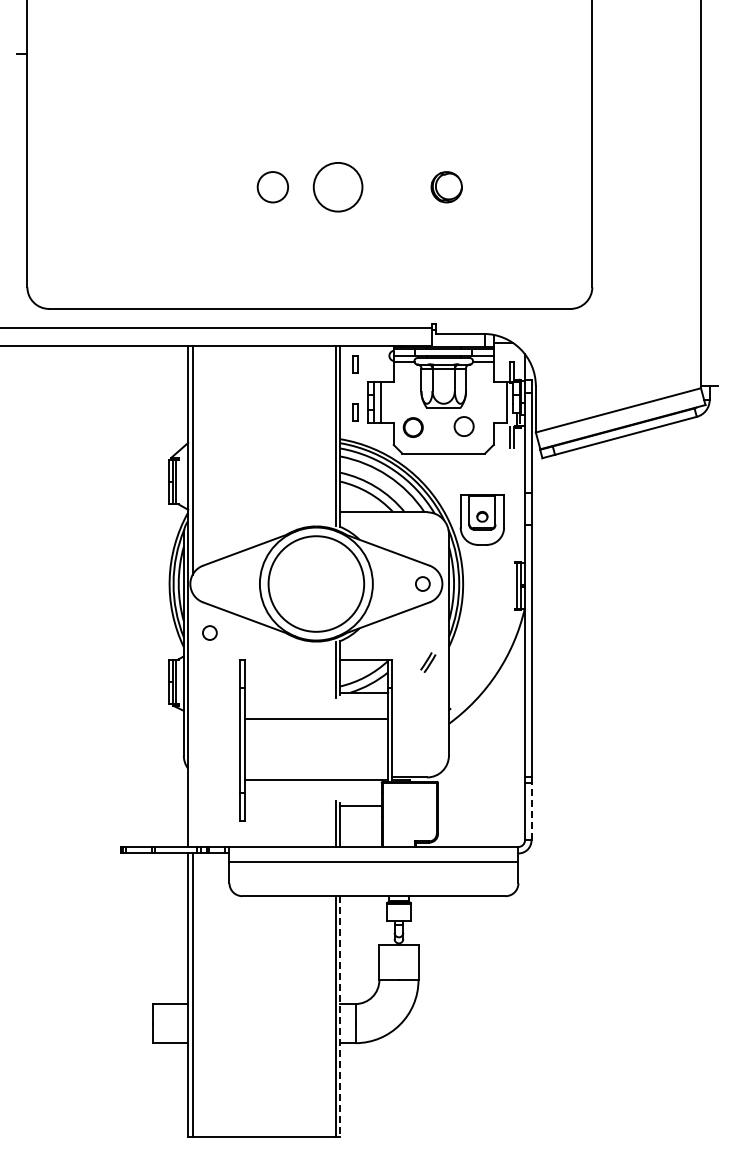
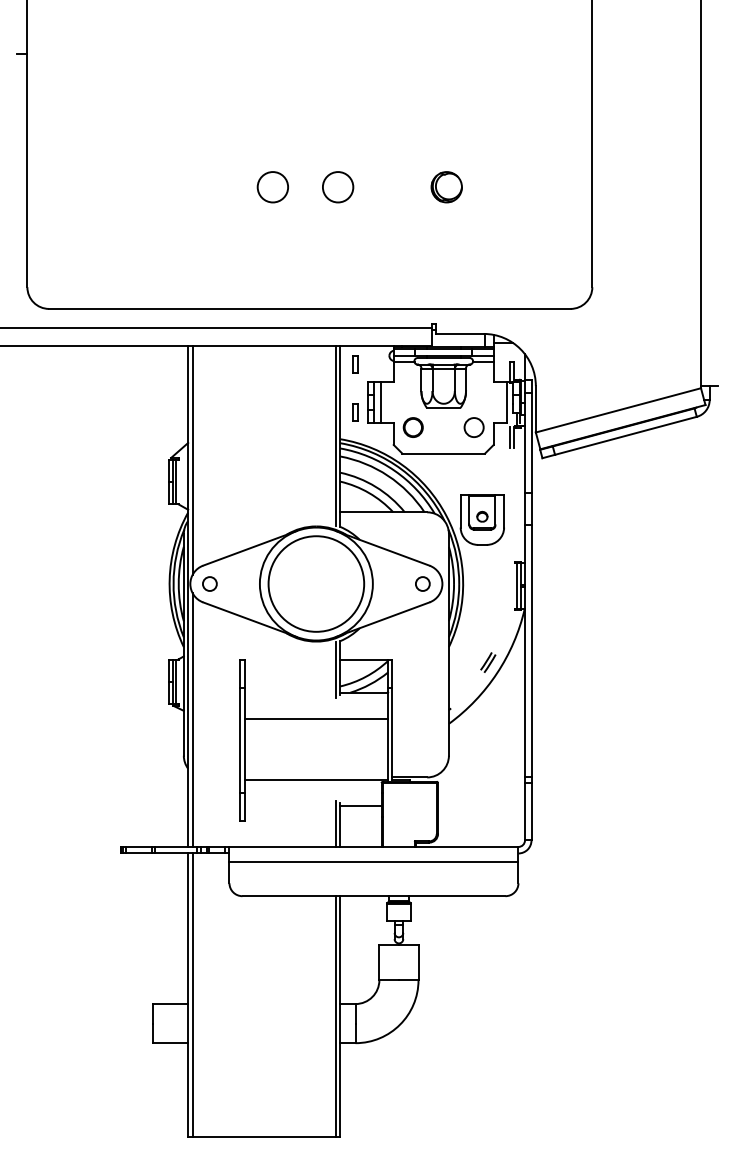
circle at (337, 186) diameter: 49 px -> 30 px
circle at (463, 426) position: (463, 426) -> (473, 427)
circle at (209, 632) position: (209, 632) -> (209, 583)
part at (428, 662) position: (428, 662) -> (488, 662)
line at (192, 719): none -> present
line at (531, 811): dashed -> solid
line at (340, 1017): dashed -> solid
